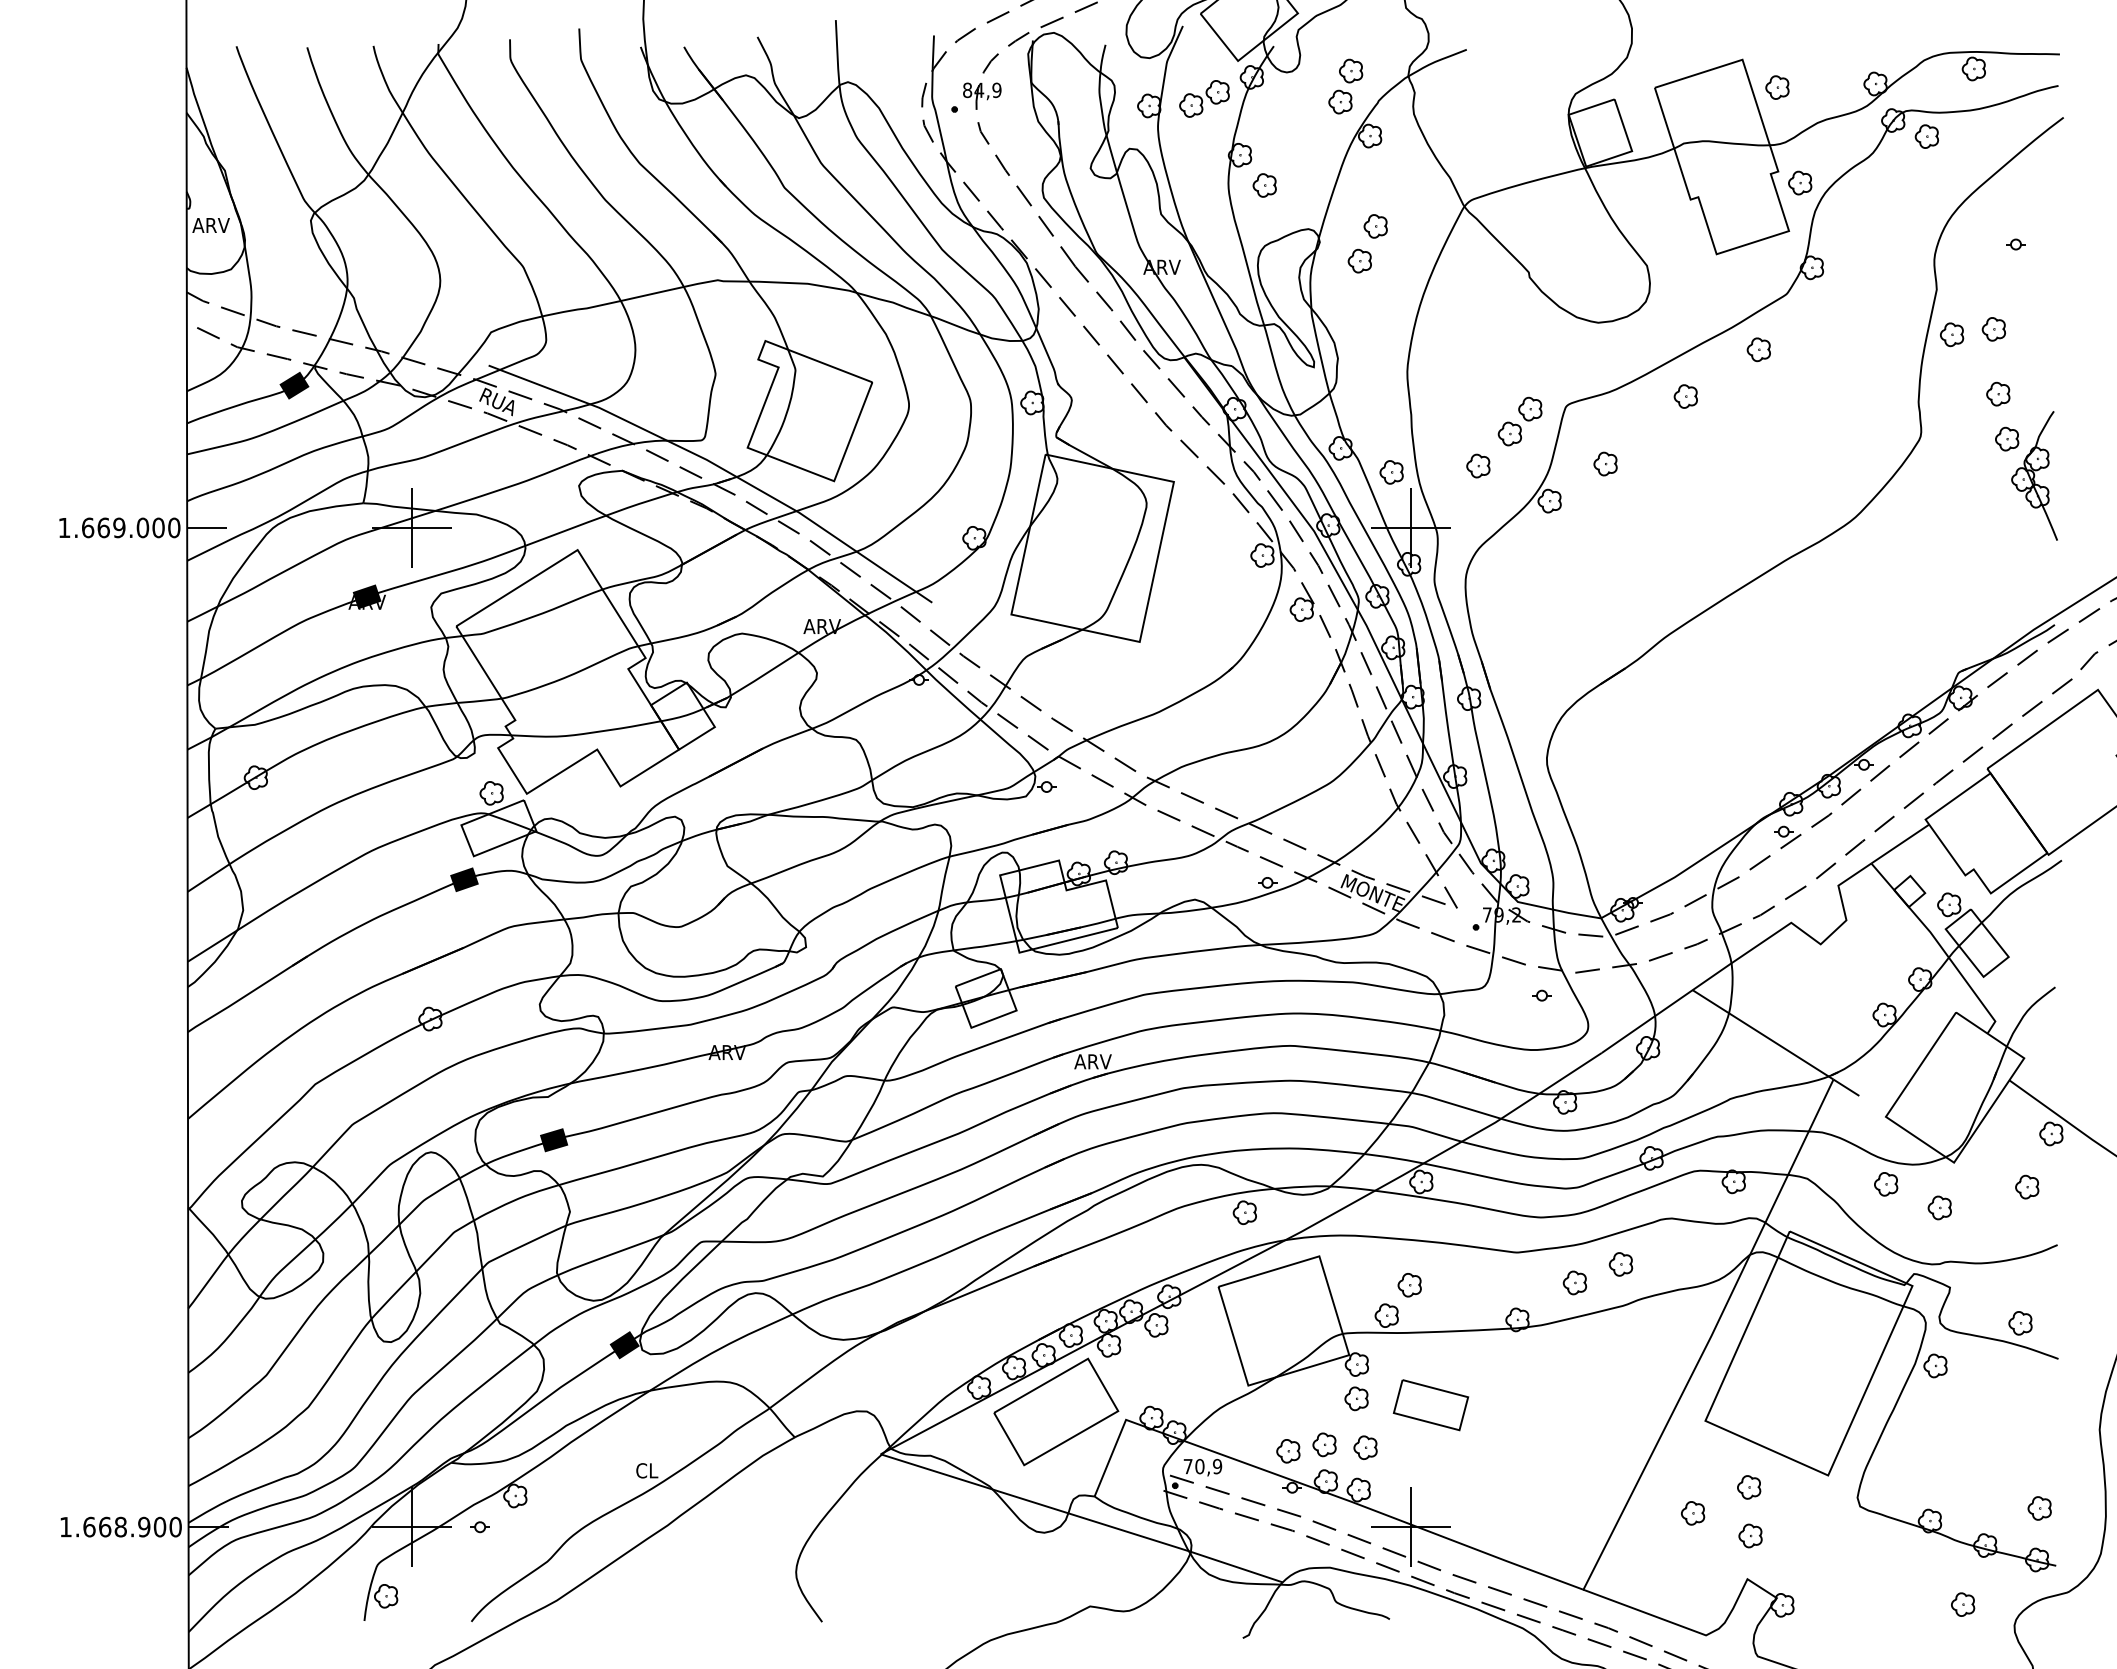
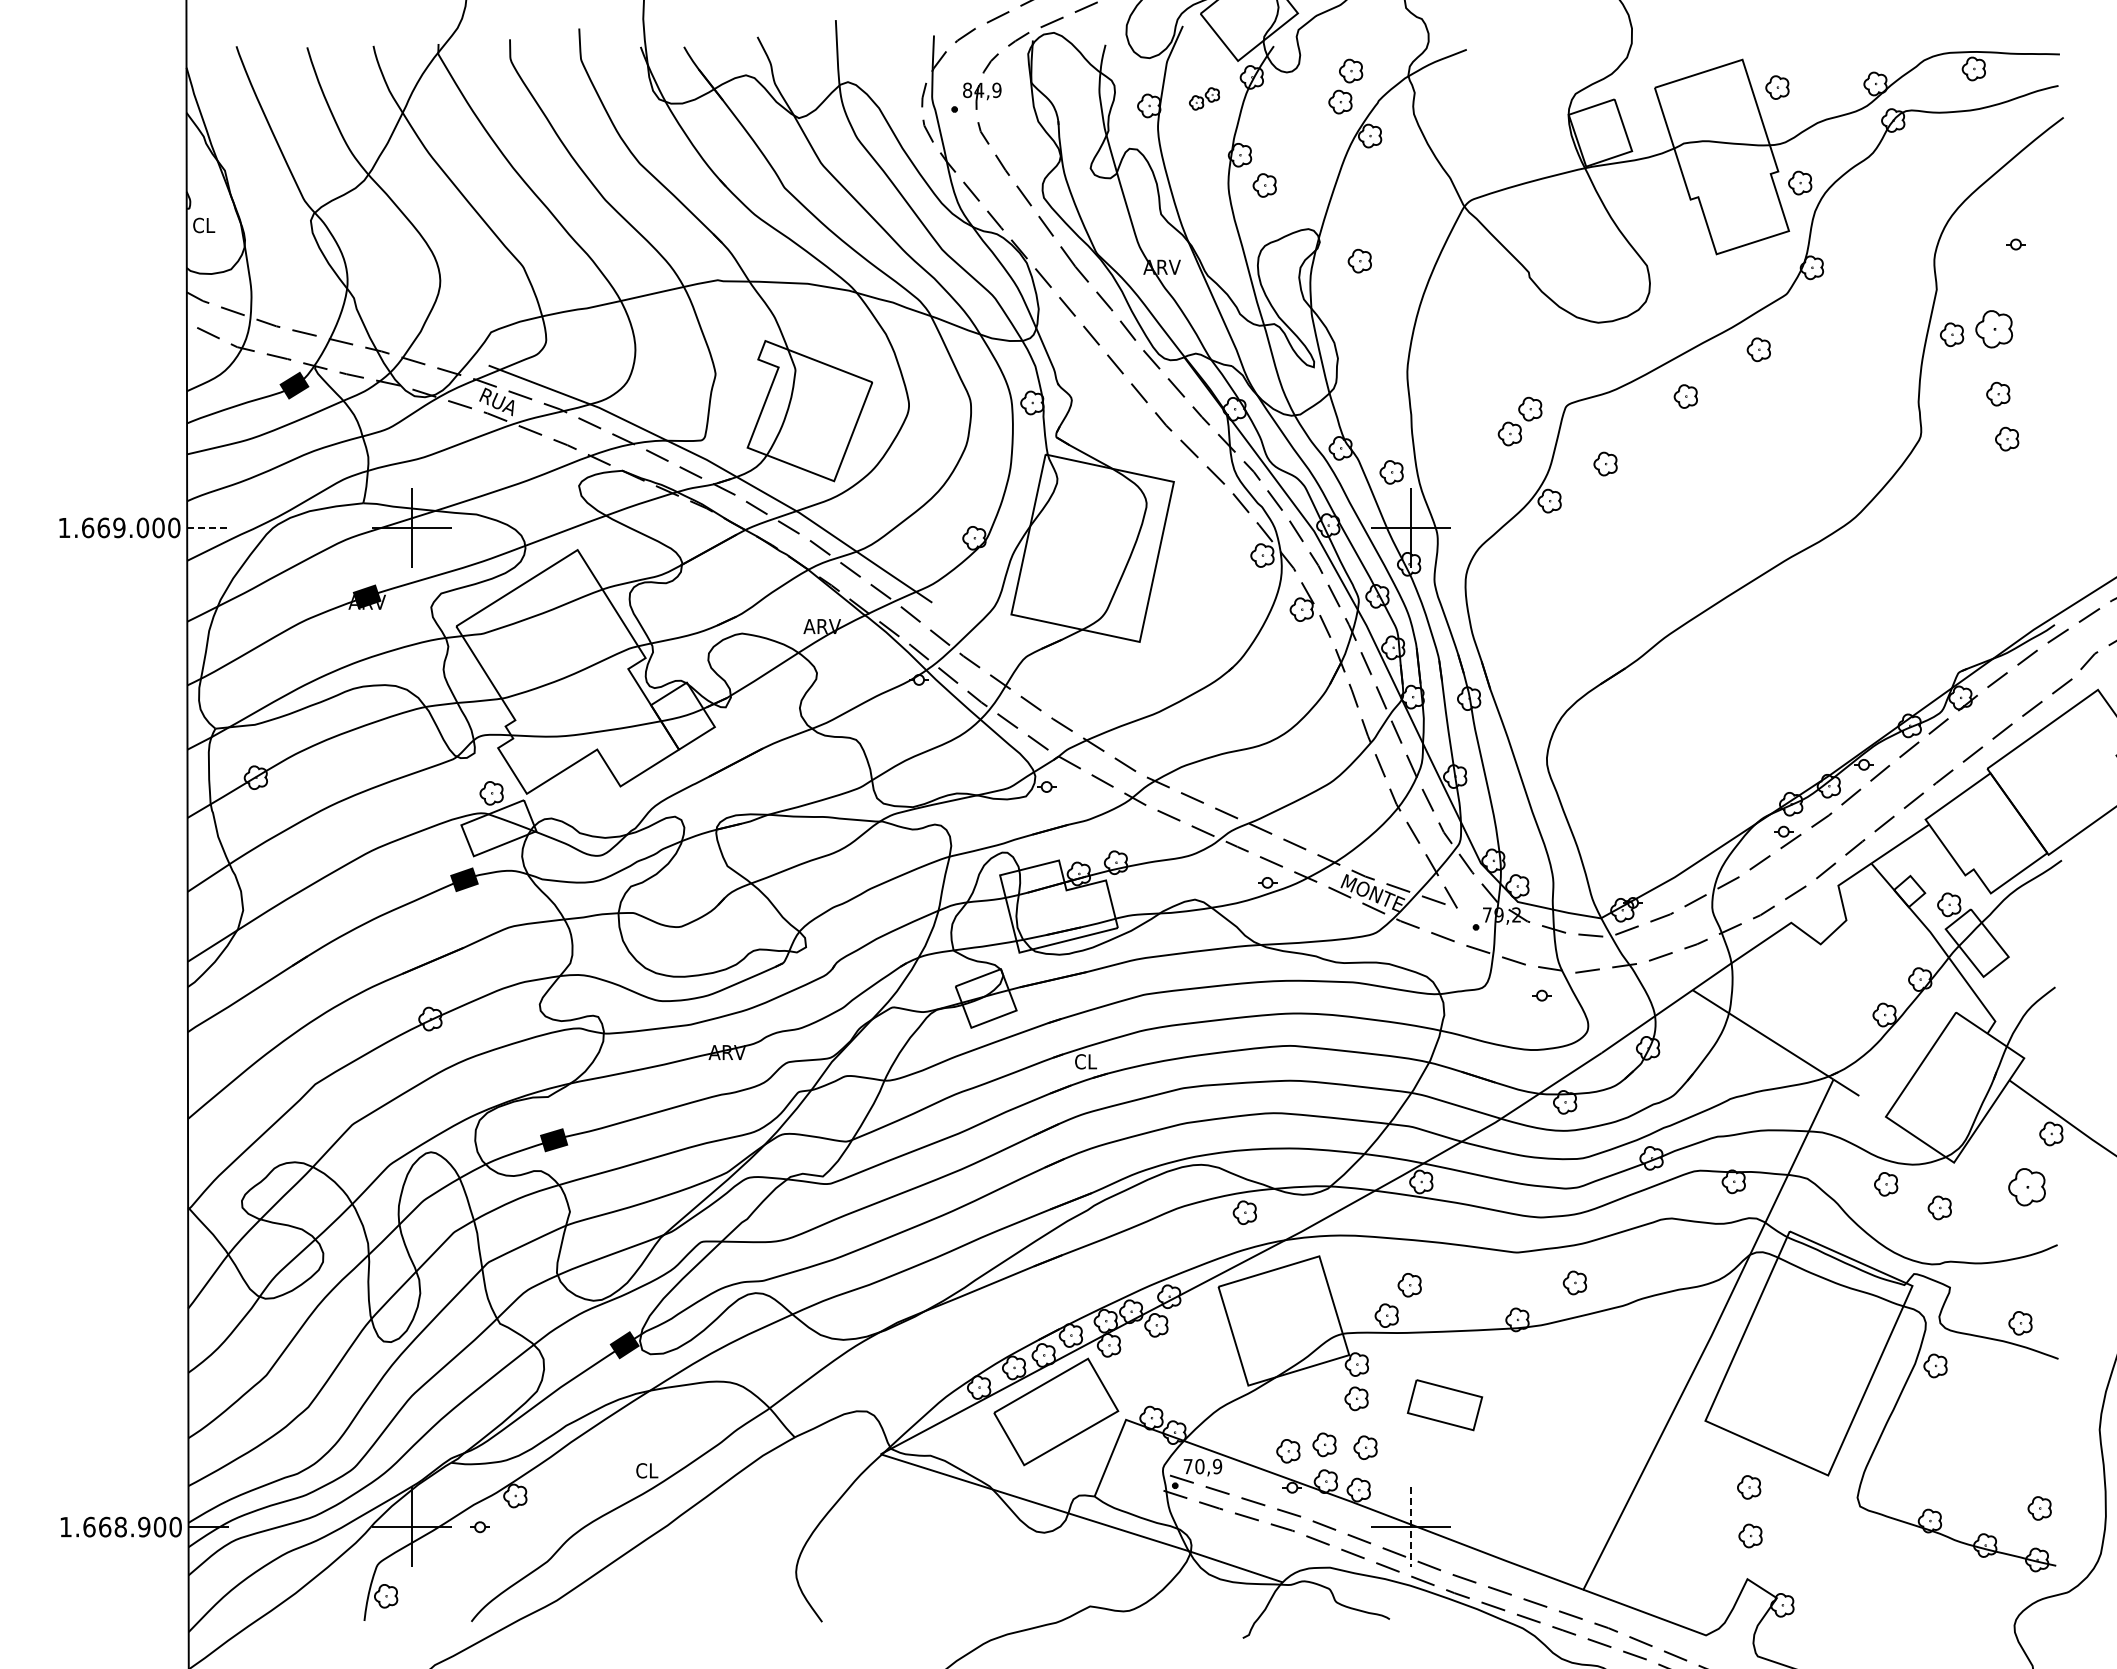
part at (1204, 98) size: 51x38 px -> 31x24 px
part at (1926, 136): present -> none
text at (210, 225): ARV -> CL
part at (1375, 226): present -> none
part at (1993, 329) size: 25x25 px -> 39x39 px
part at (1478, 465): present -> none
part at (2034, 475): present -> none
line at (207, 527): solid -> dashed
text at (1092, 1061): ARV -> CL
part at (2027, 1186) size: 25x26 px -> 38x39 px
part at (1620, 1264): present -> none
part at (1430, 1405) position: (1430, 1405) -> (1444, 1405)
part at (1693, 1513): present -> none
line at (1411, 1527): solid -> dashed
part at (1963, 1604): present -> none
